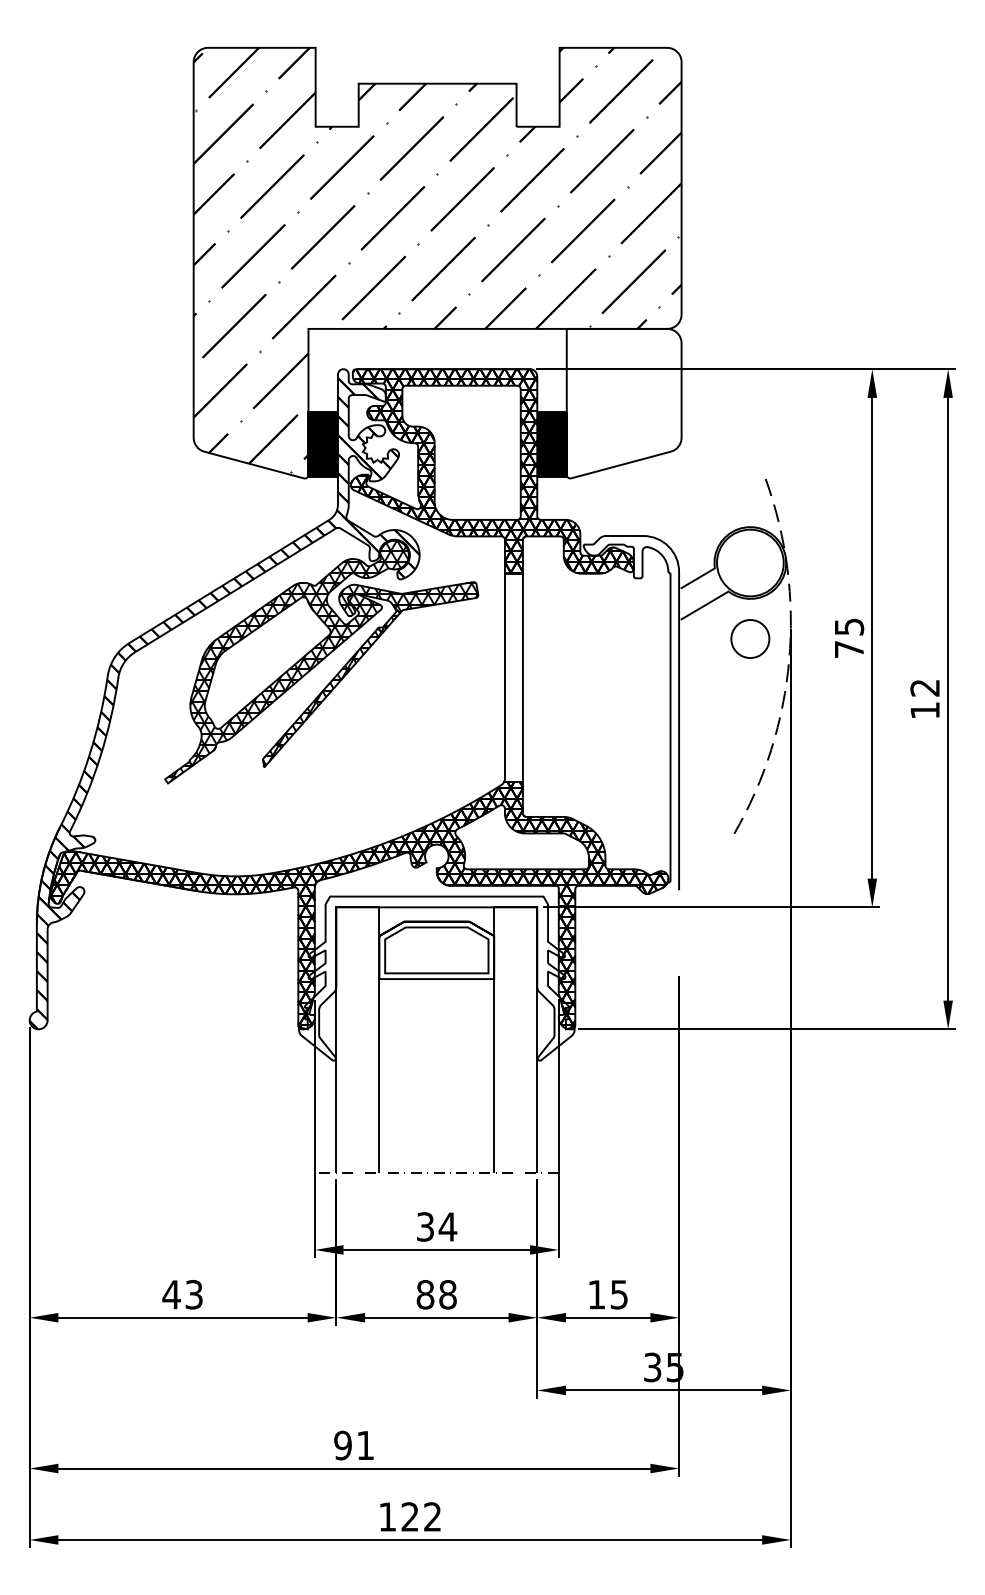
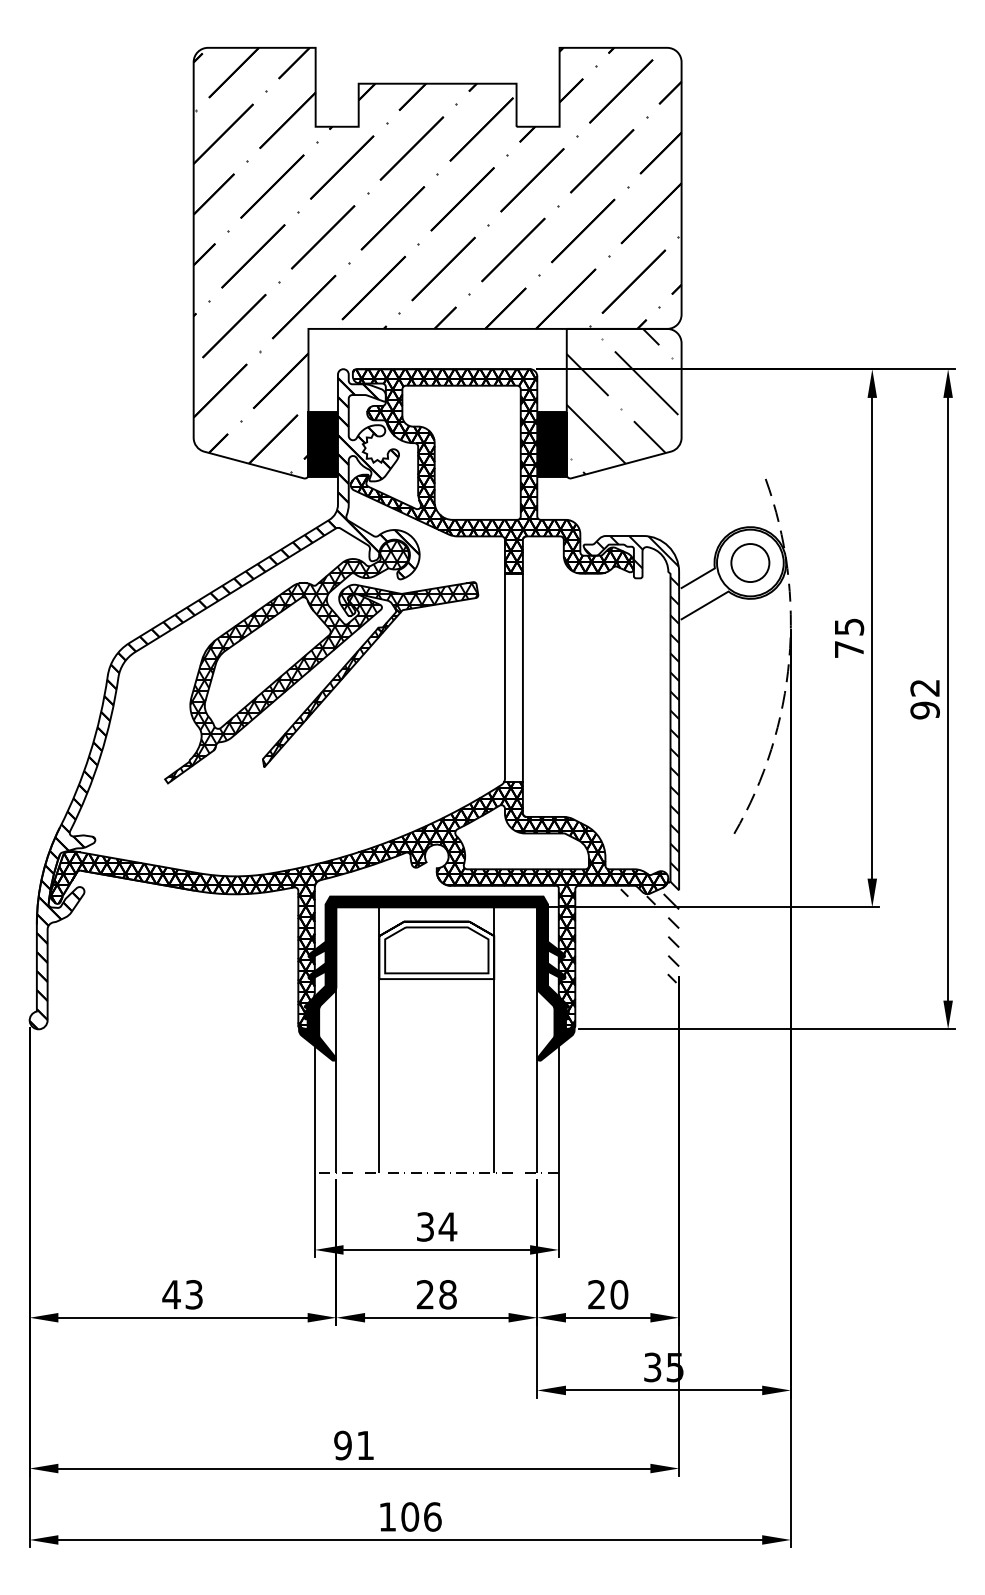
hatch at (622, 401): none -> present
circle at (750, 638) position: (750, 638) -> (750, 562)
text at (924, 710): 12 -> 92
hatch at (631, 759): none -> present
fill at (436, 978): none -> present
text at (425, 1294): 88 -> 28
text at (608, 1294): 15 -> 20
text at (421, 1516): 122 -> 106
